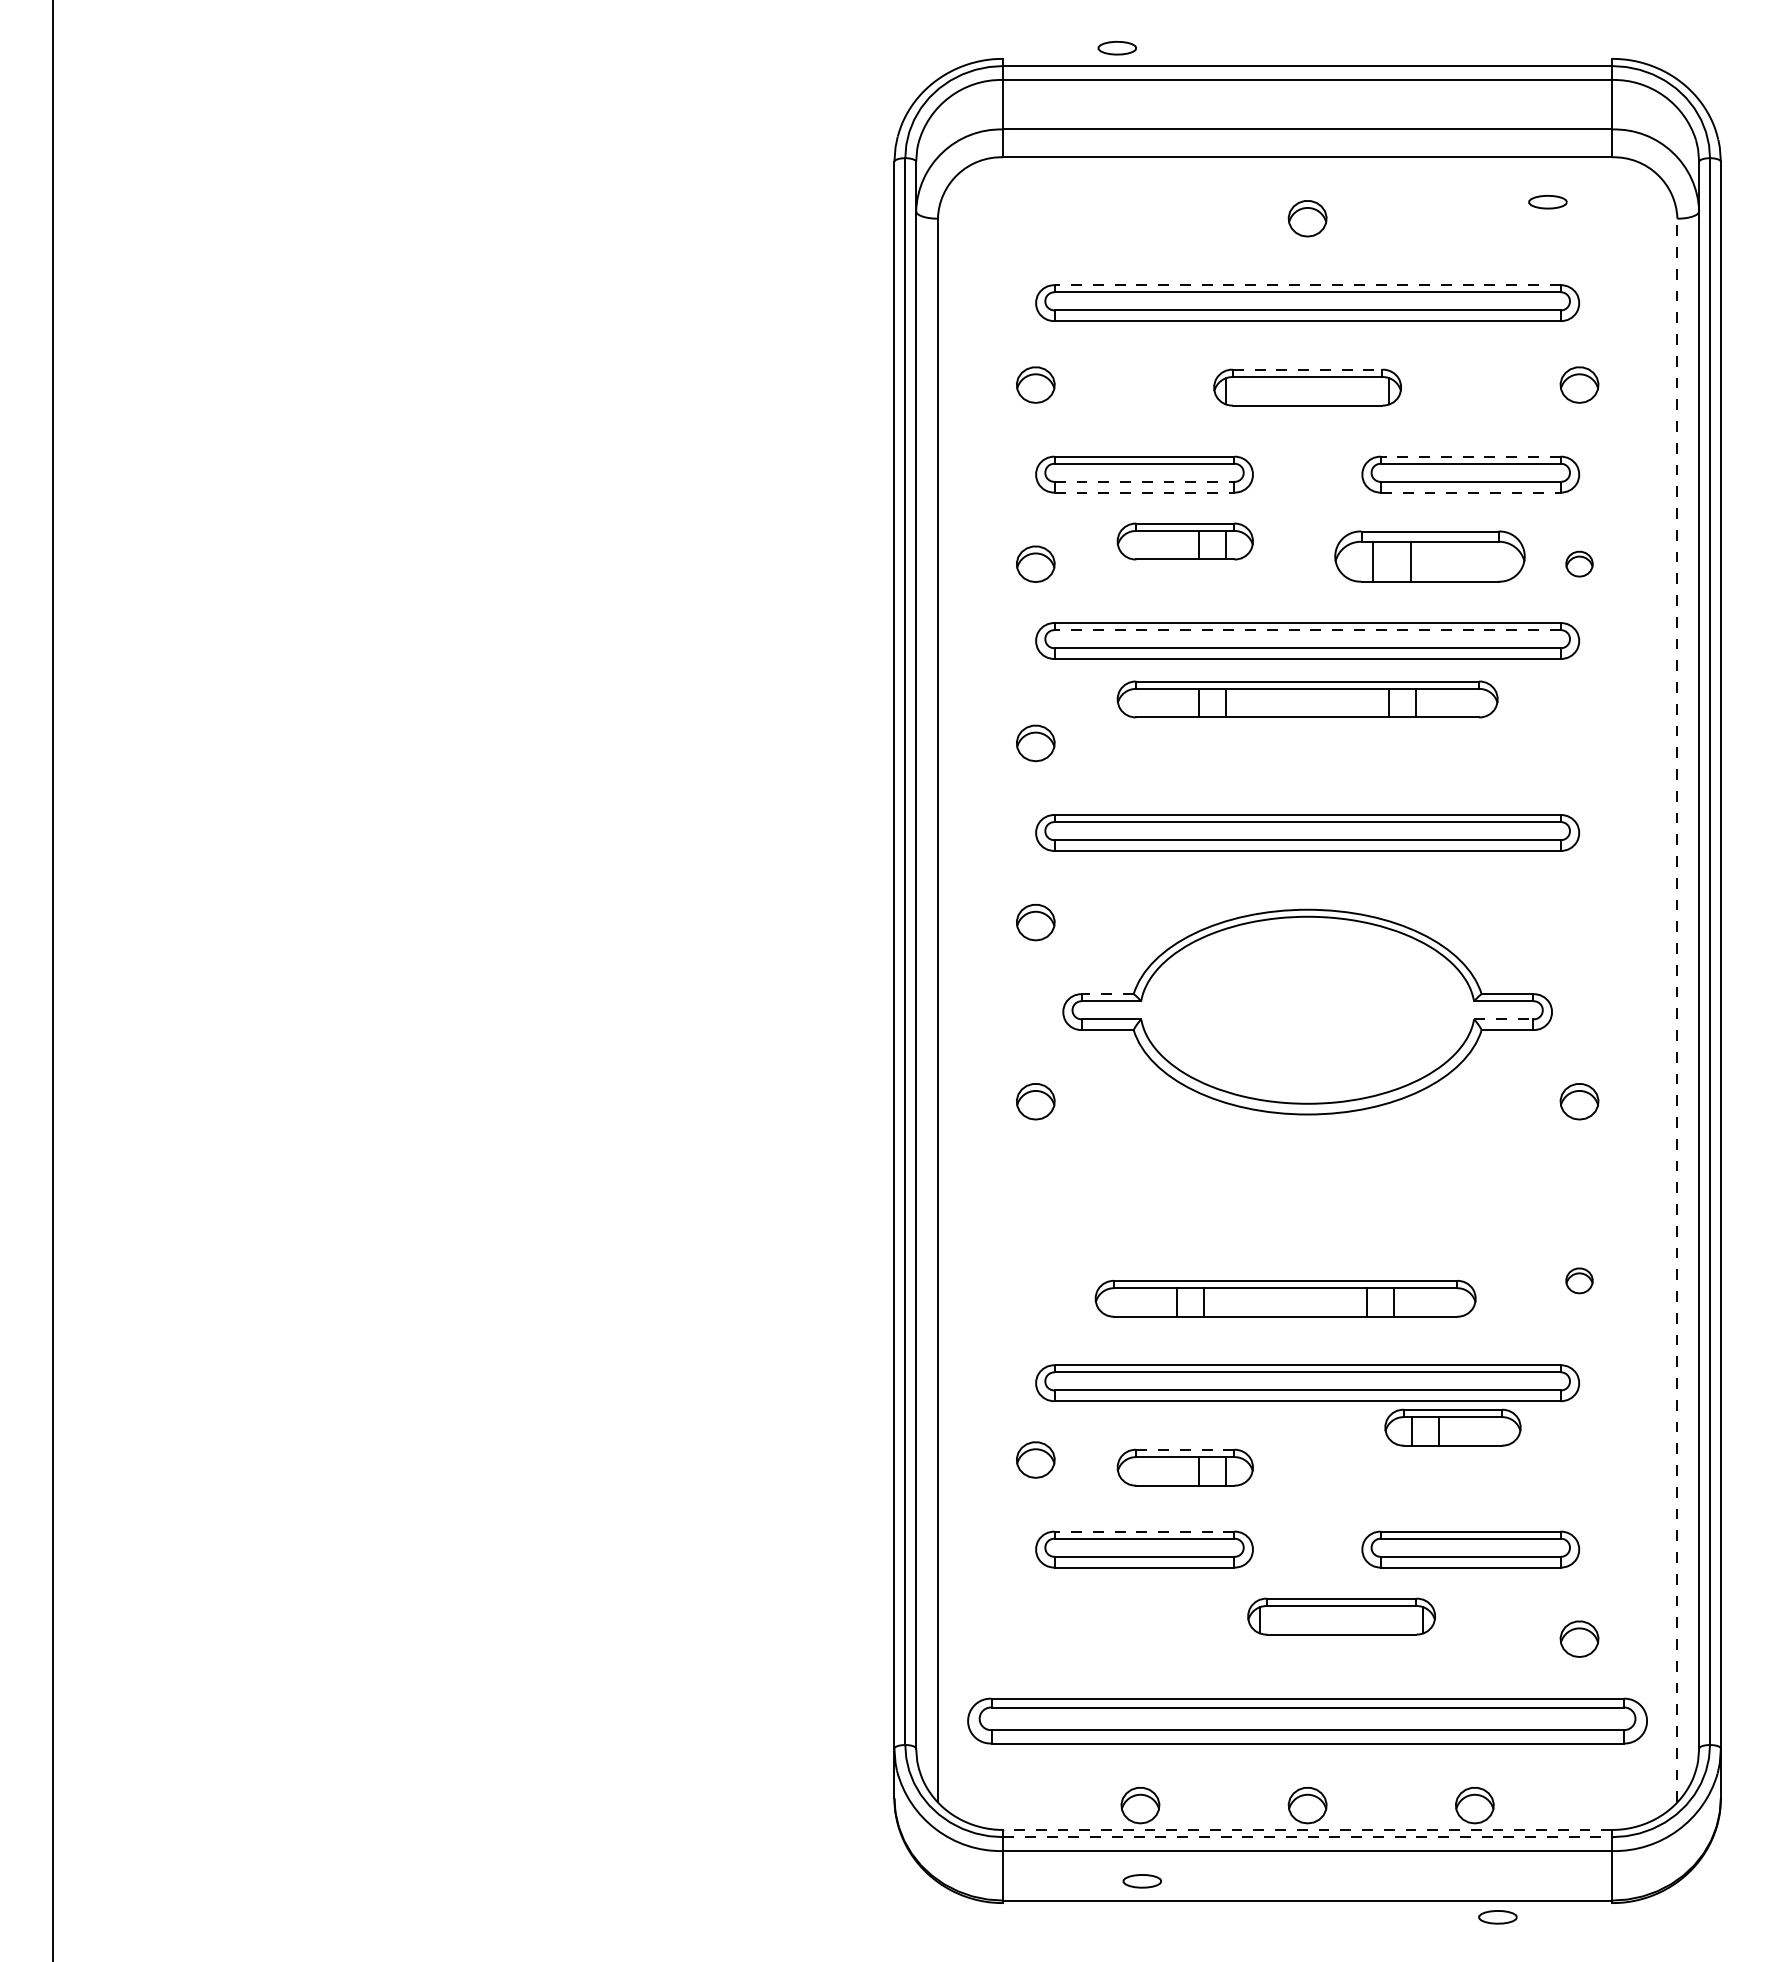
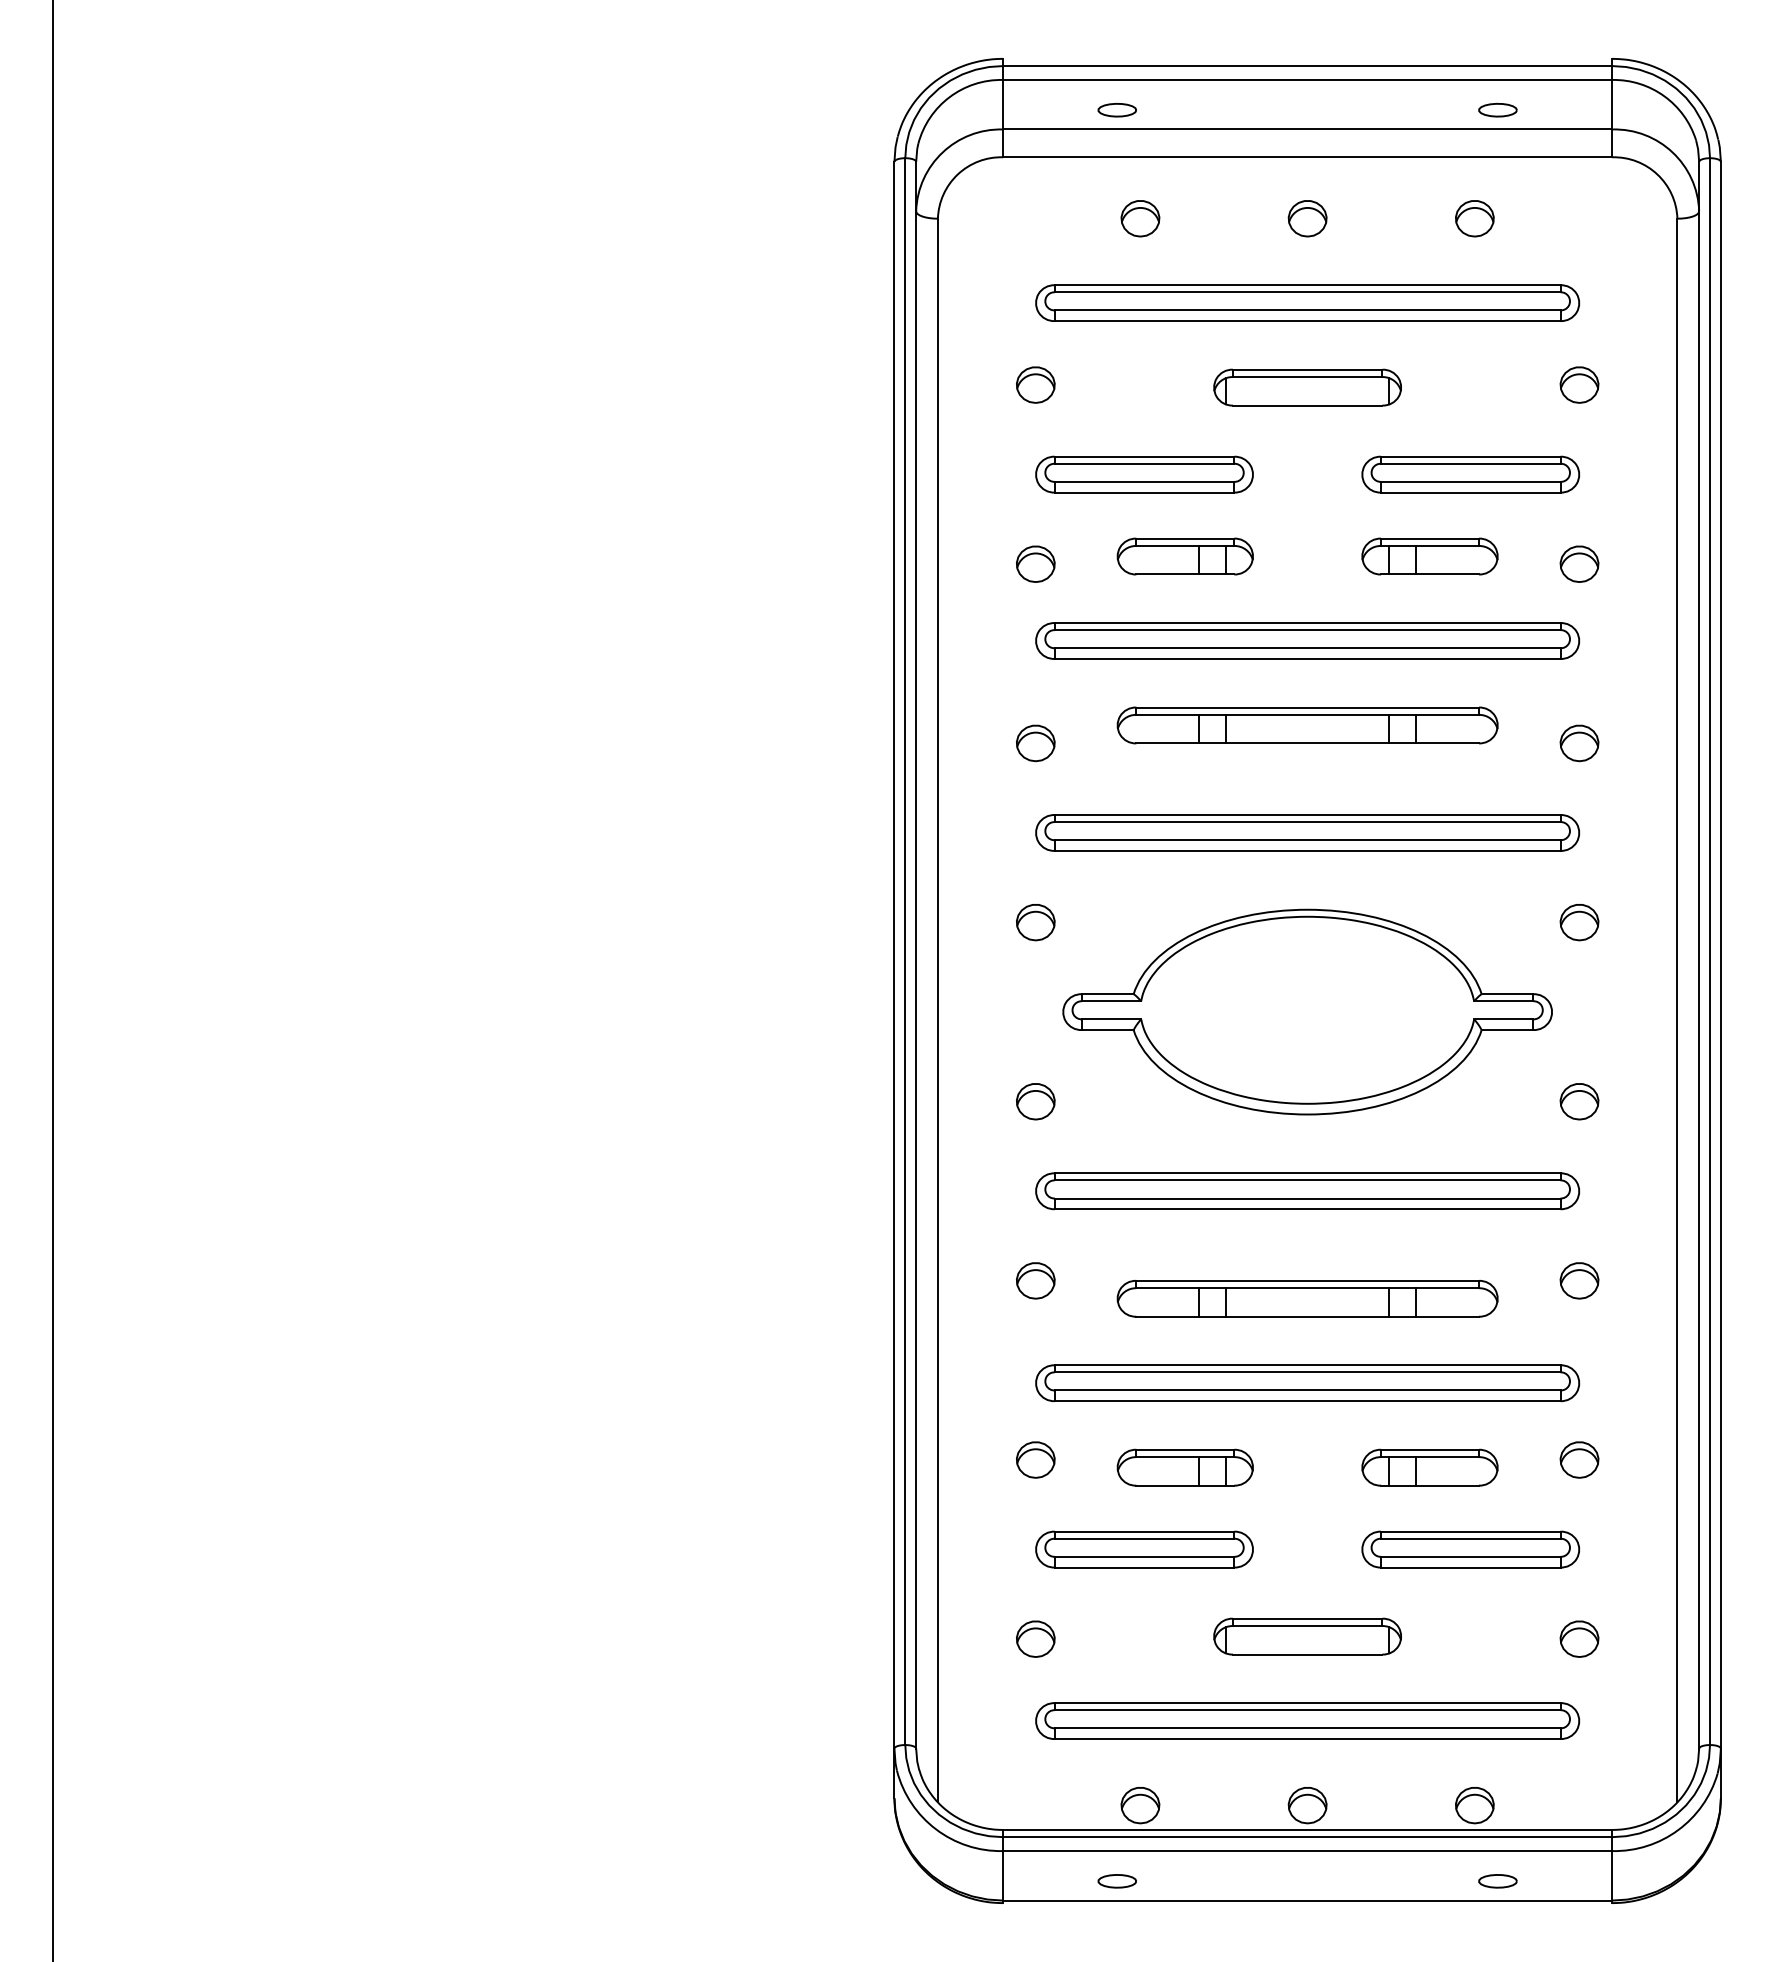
part at (1116, 48) position: (1116, 48) -> (1116, 110)
part at (1547, 201) position: (1547, 201) -> (1497, 109)
part at (1140, 218): none -> present
part at (1474, 218): none -> present
line at (1307, 285): dashed -> solid
line at (1307, 369): dashed -> solid
line at (1470, 456): dashed -> solid
line at (1144, 481): dashed -> solid
line at (1144, 492): dashed -> solid
line at (1470, 492): dashed -> solid
part at (1184, 541) position: (1184, 541) -> (1184, 556)
part at (1429, 556) size: 192x53 px -> 138x39 px
part at (1579, 563) size: 29x28 px -> 41x38 px
line at (1307, 630): dashed -> solid
part at (1307, 699) position: (1307, 699) -> (1307, 725)
part at (1579, 743): none -> present
part at (1579, 922): none -> present
line at (1107, 994): dashed -> solid
line at (1677, 1010): dashed -> solid
line at (1503, 1019): dashed -> solid
part at (1307, 1191): none -> present
part at (1035, 1280): none -> present
part at (1579, 1280) size: 29x28 px -> 41x38 px
part at (1285, 1298) position: (1285, 1298) -> (1307, 1298)
part at (1452, 1427) position: (1452, 1427) -> (1429, 1467)
line at (1185, 1449): dashed -> solid
part at (1579, 1459): none -> present
line at (1144, 1531): dashed -> solid
part at (1341, 1616) position: (1341, 1616) -> (1307, 1636)
part at (1035, 1638): none -> present
part at (1307, 1720) size: 681x48 px -> 546x38 px
line at (1307, 1829): dashed -> solid
line at (1308, 1837): dashed -> solid
part at (1141, 1881) position: (1141, 1881) -> (1116, 1881)
part at (1497, 1917) position: (1497, 1917) -> (1497, 1881)
